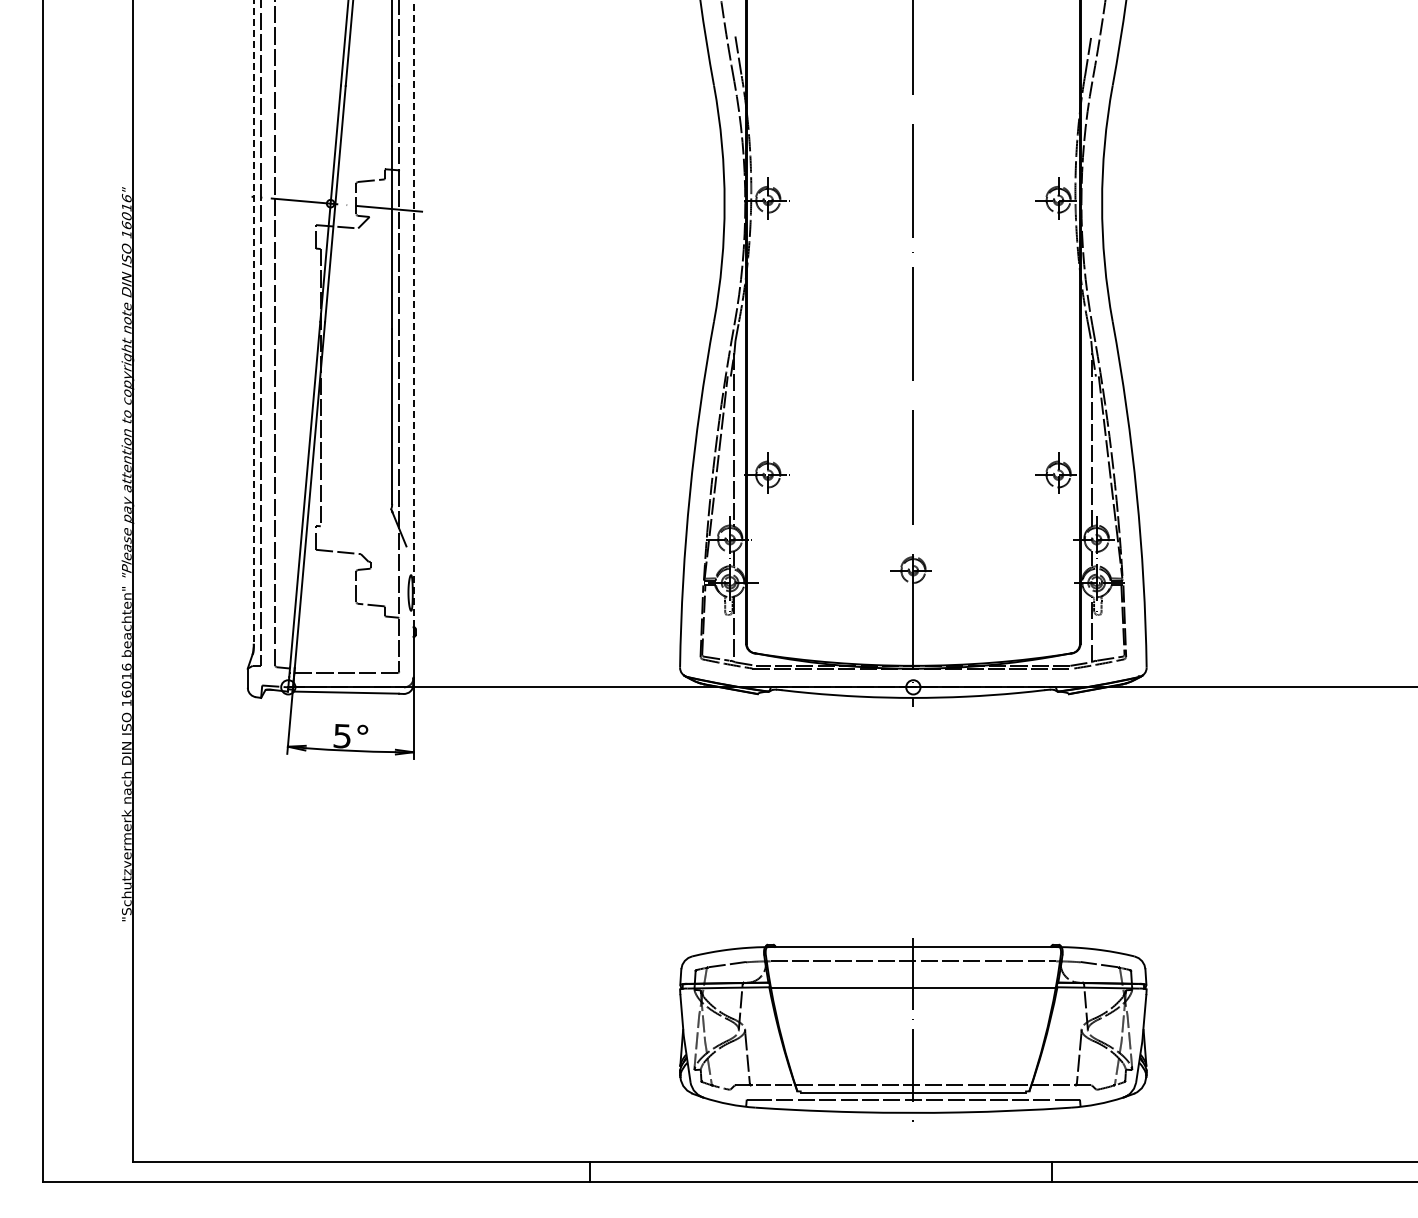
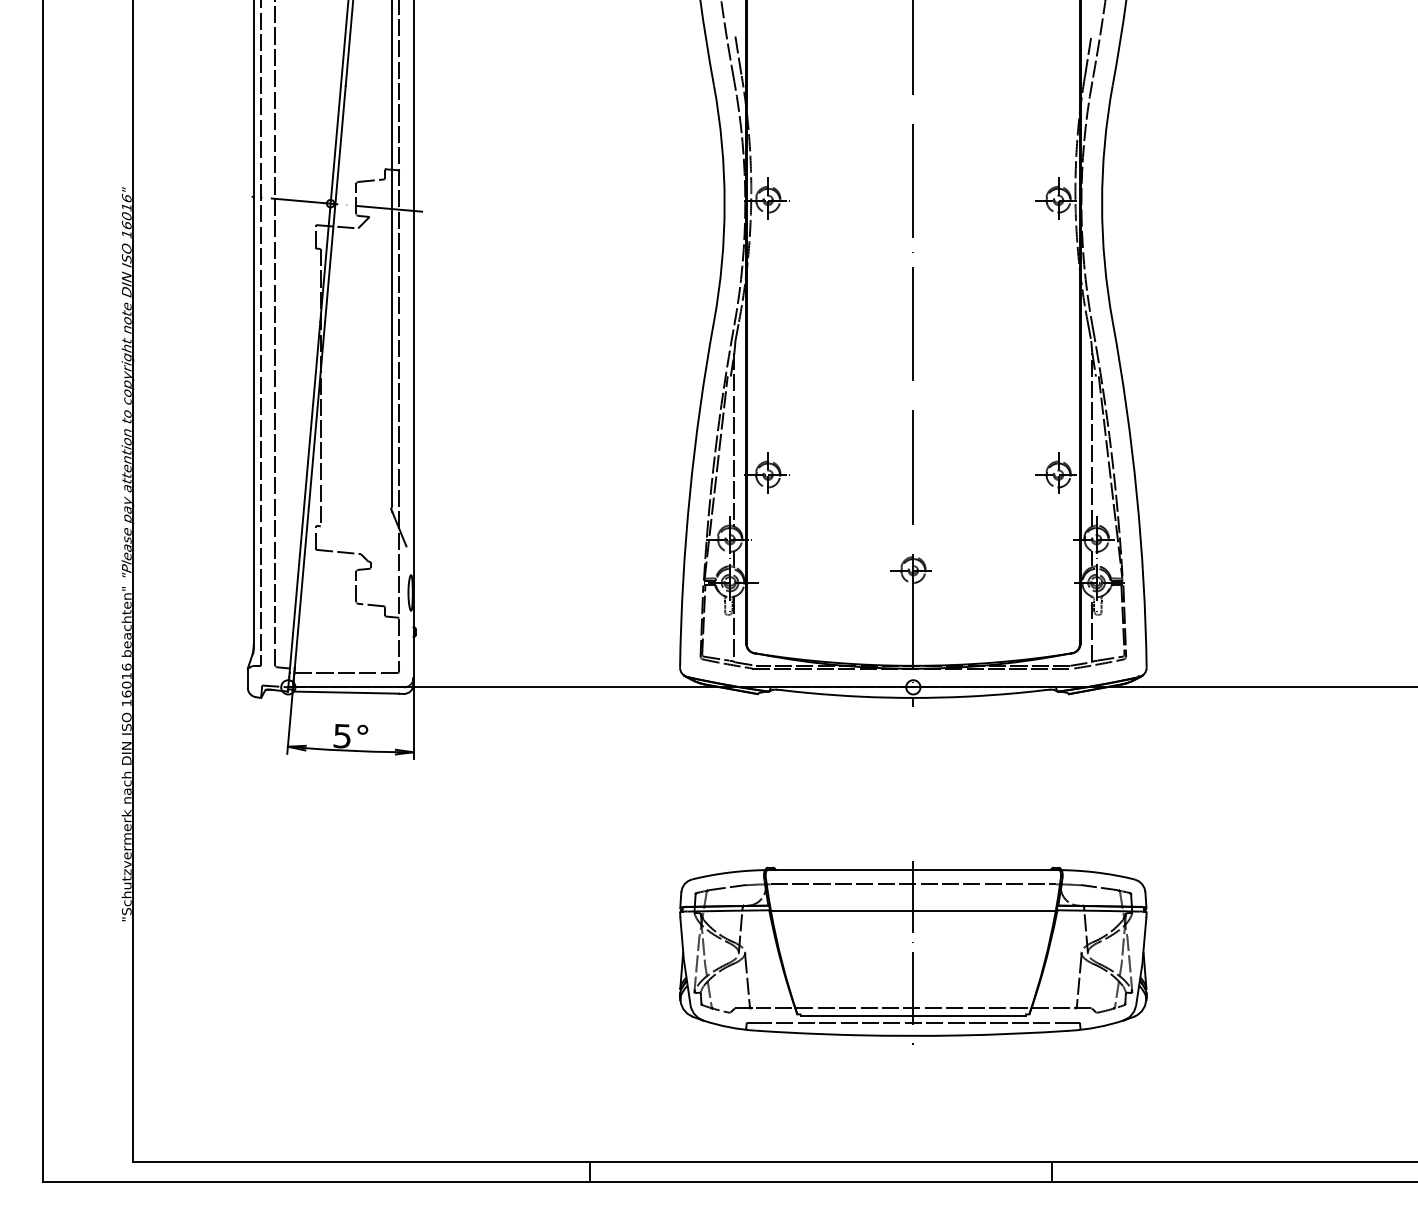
line at (413, 313): dashed -> solid
line at (253, 322): dashed -> solid
part at (913, 1029) position: (913, 1029) -> (913, 952)
